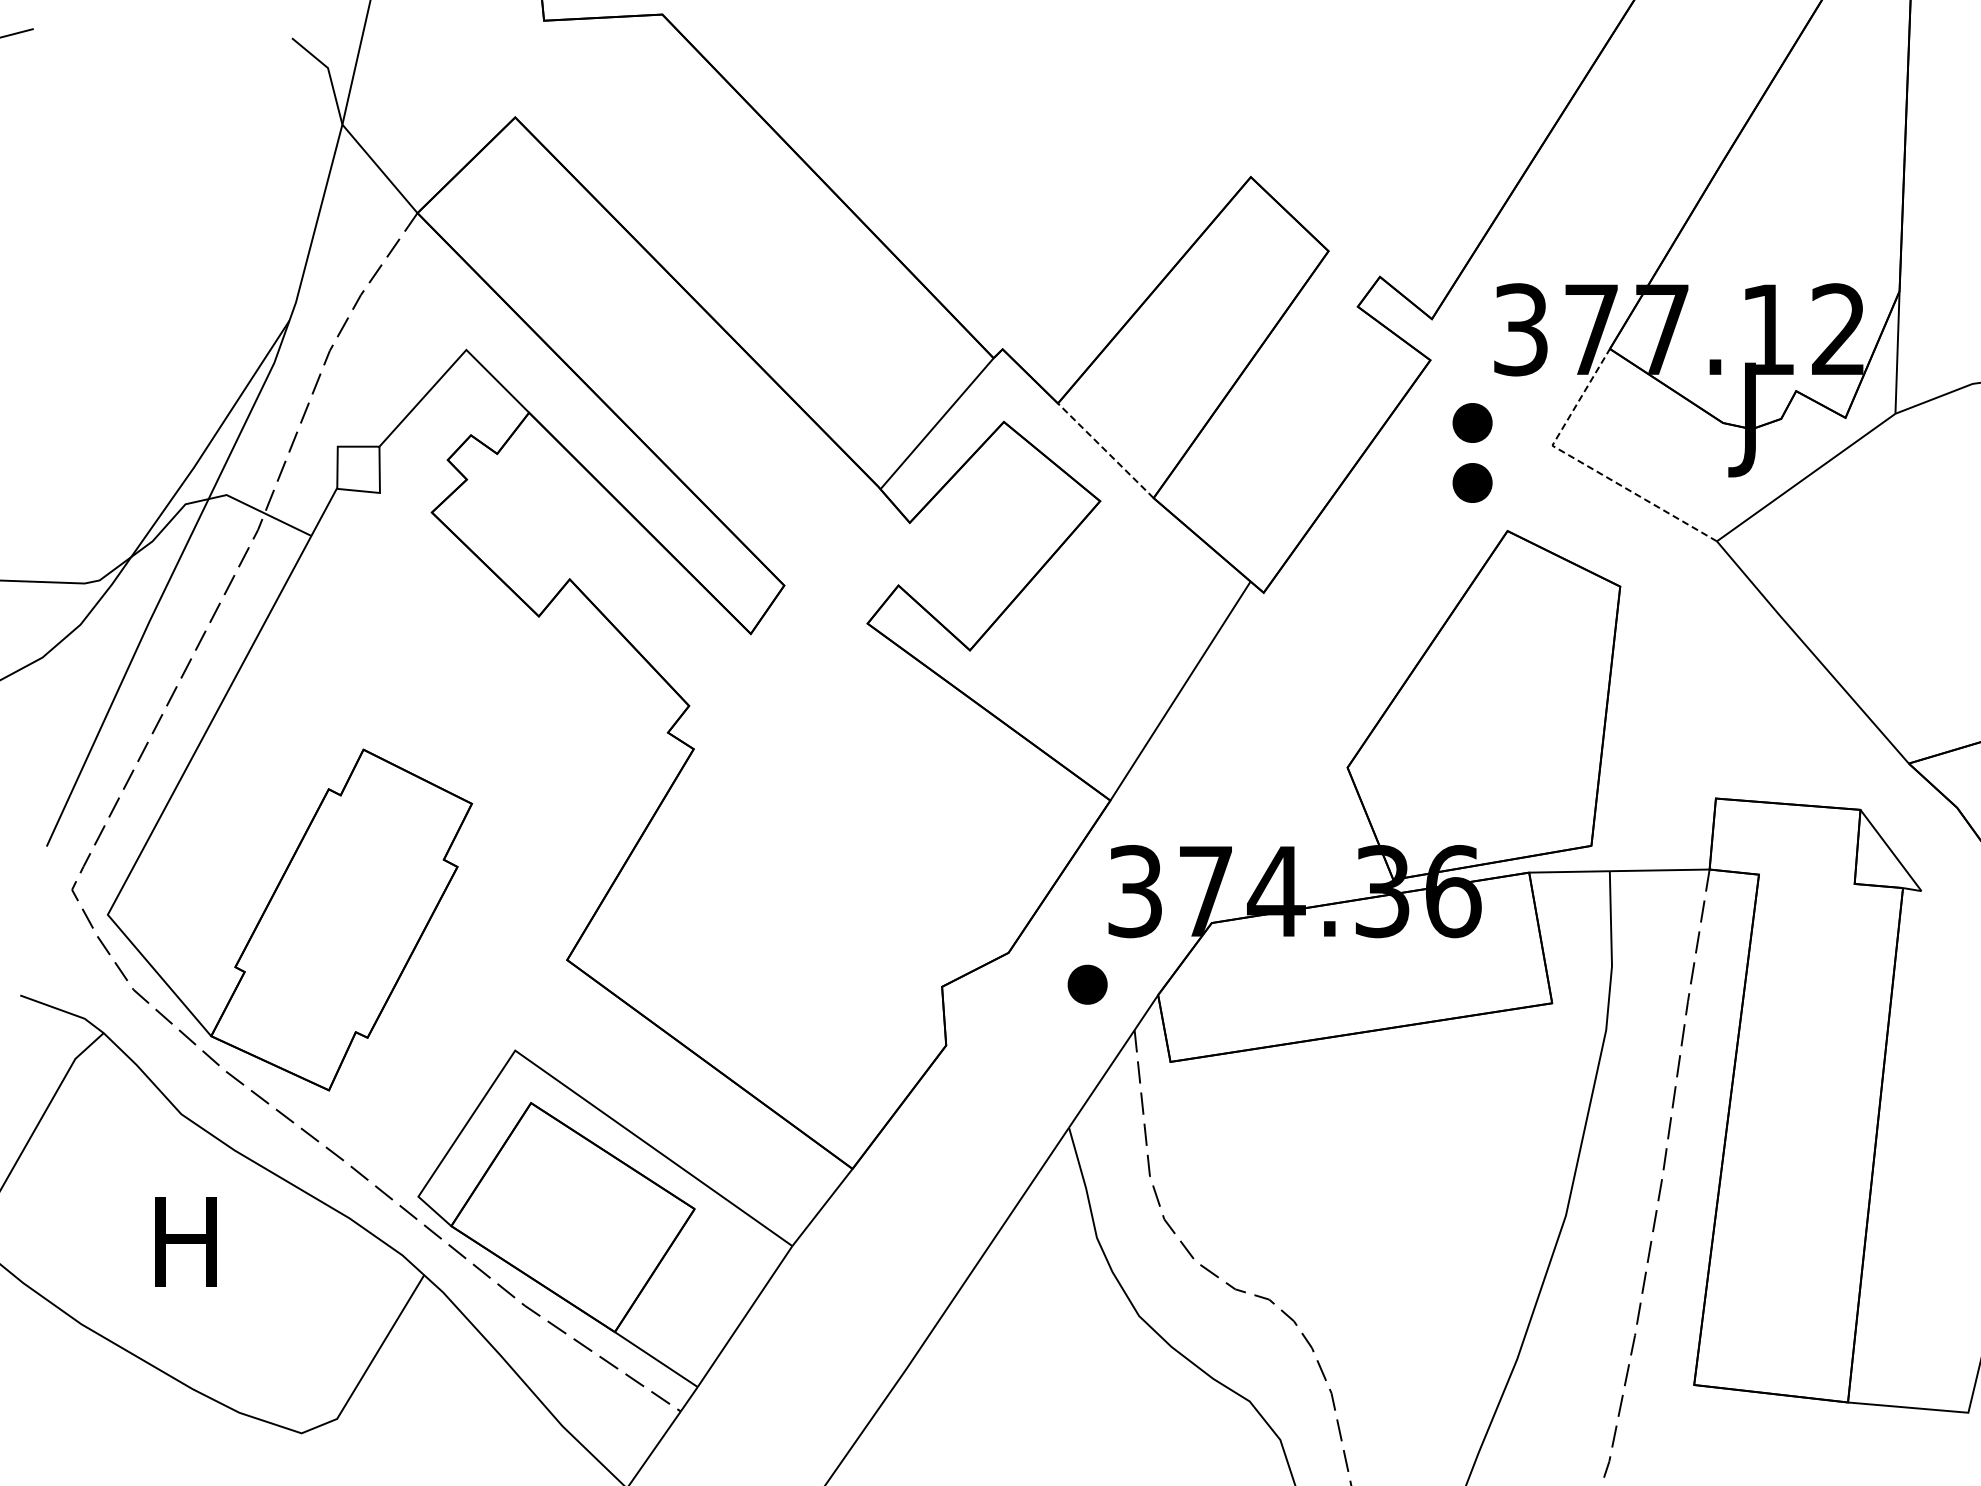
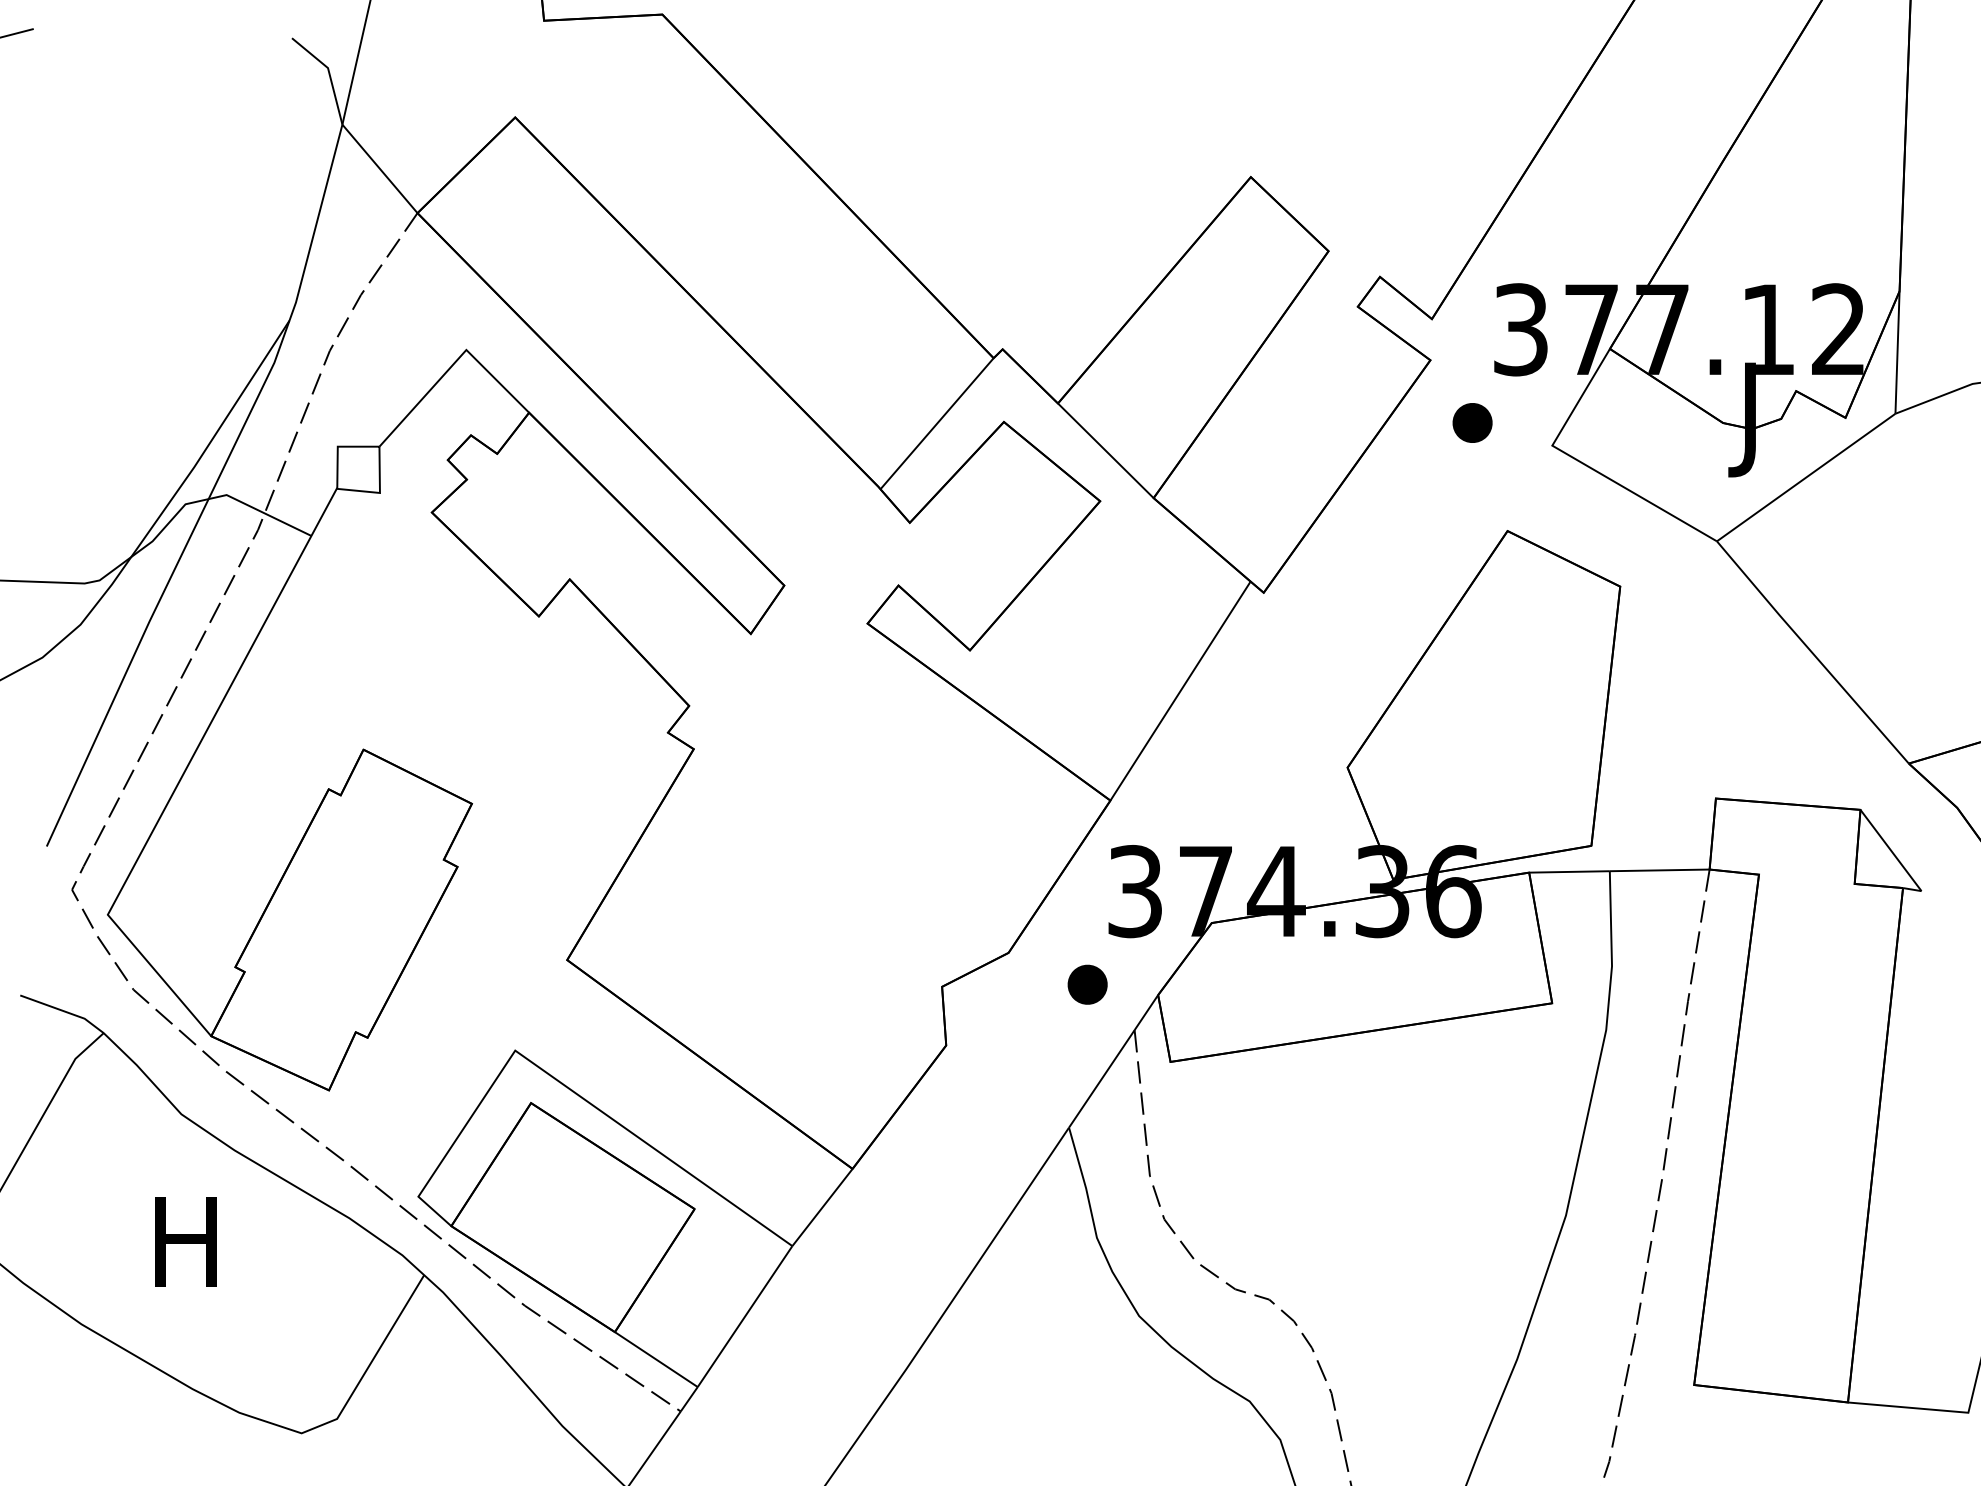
line at (1105, 450): dashed -> solid
line at (1585, 464): dashed -> solid
part at (1472, 482): present -> none
